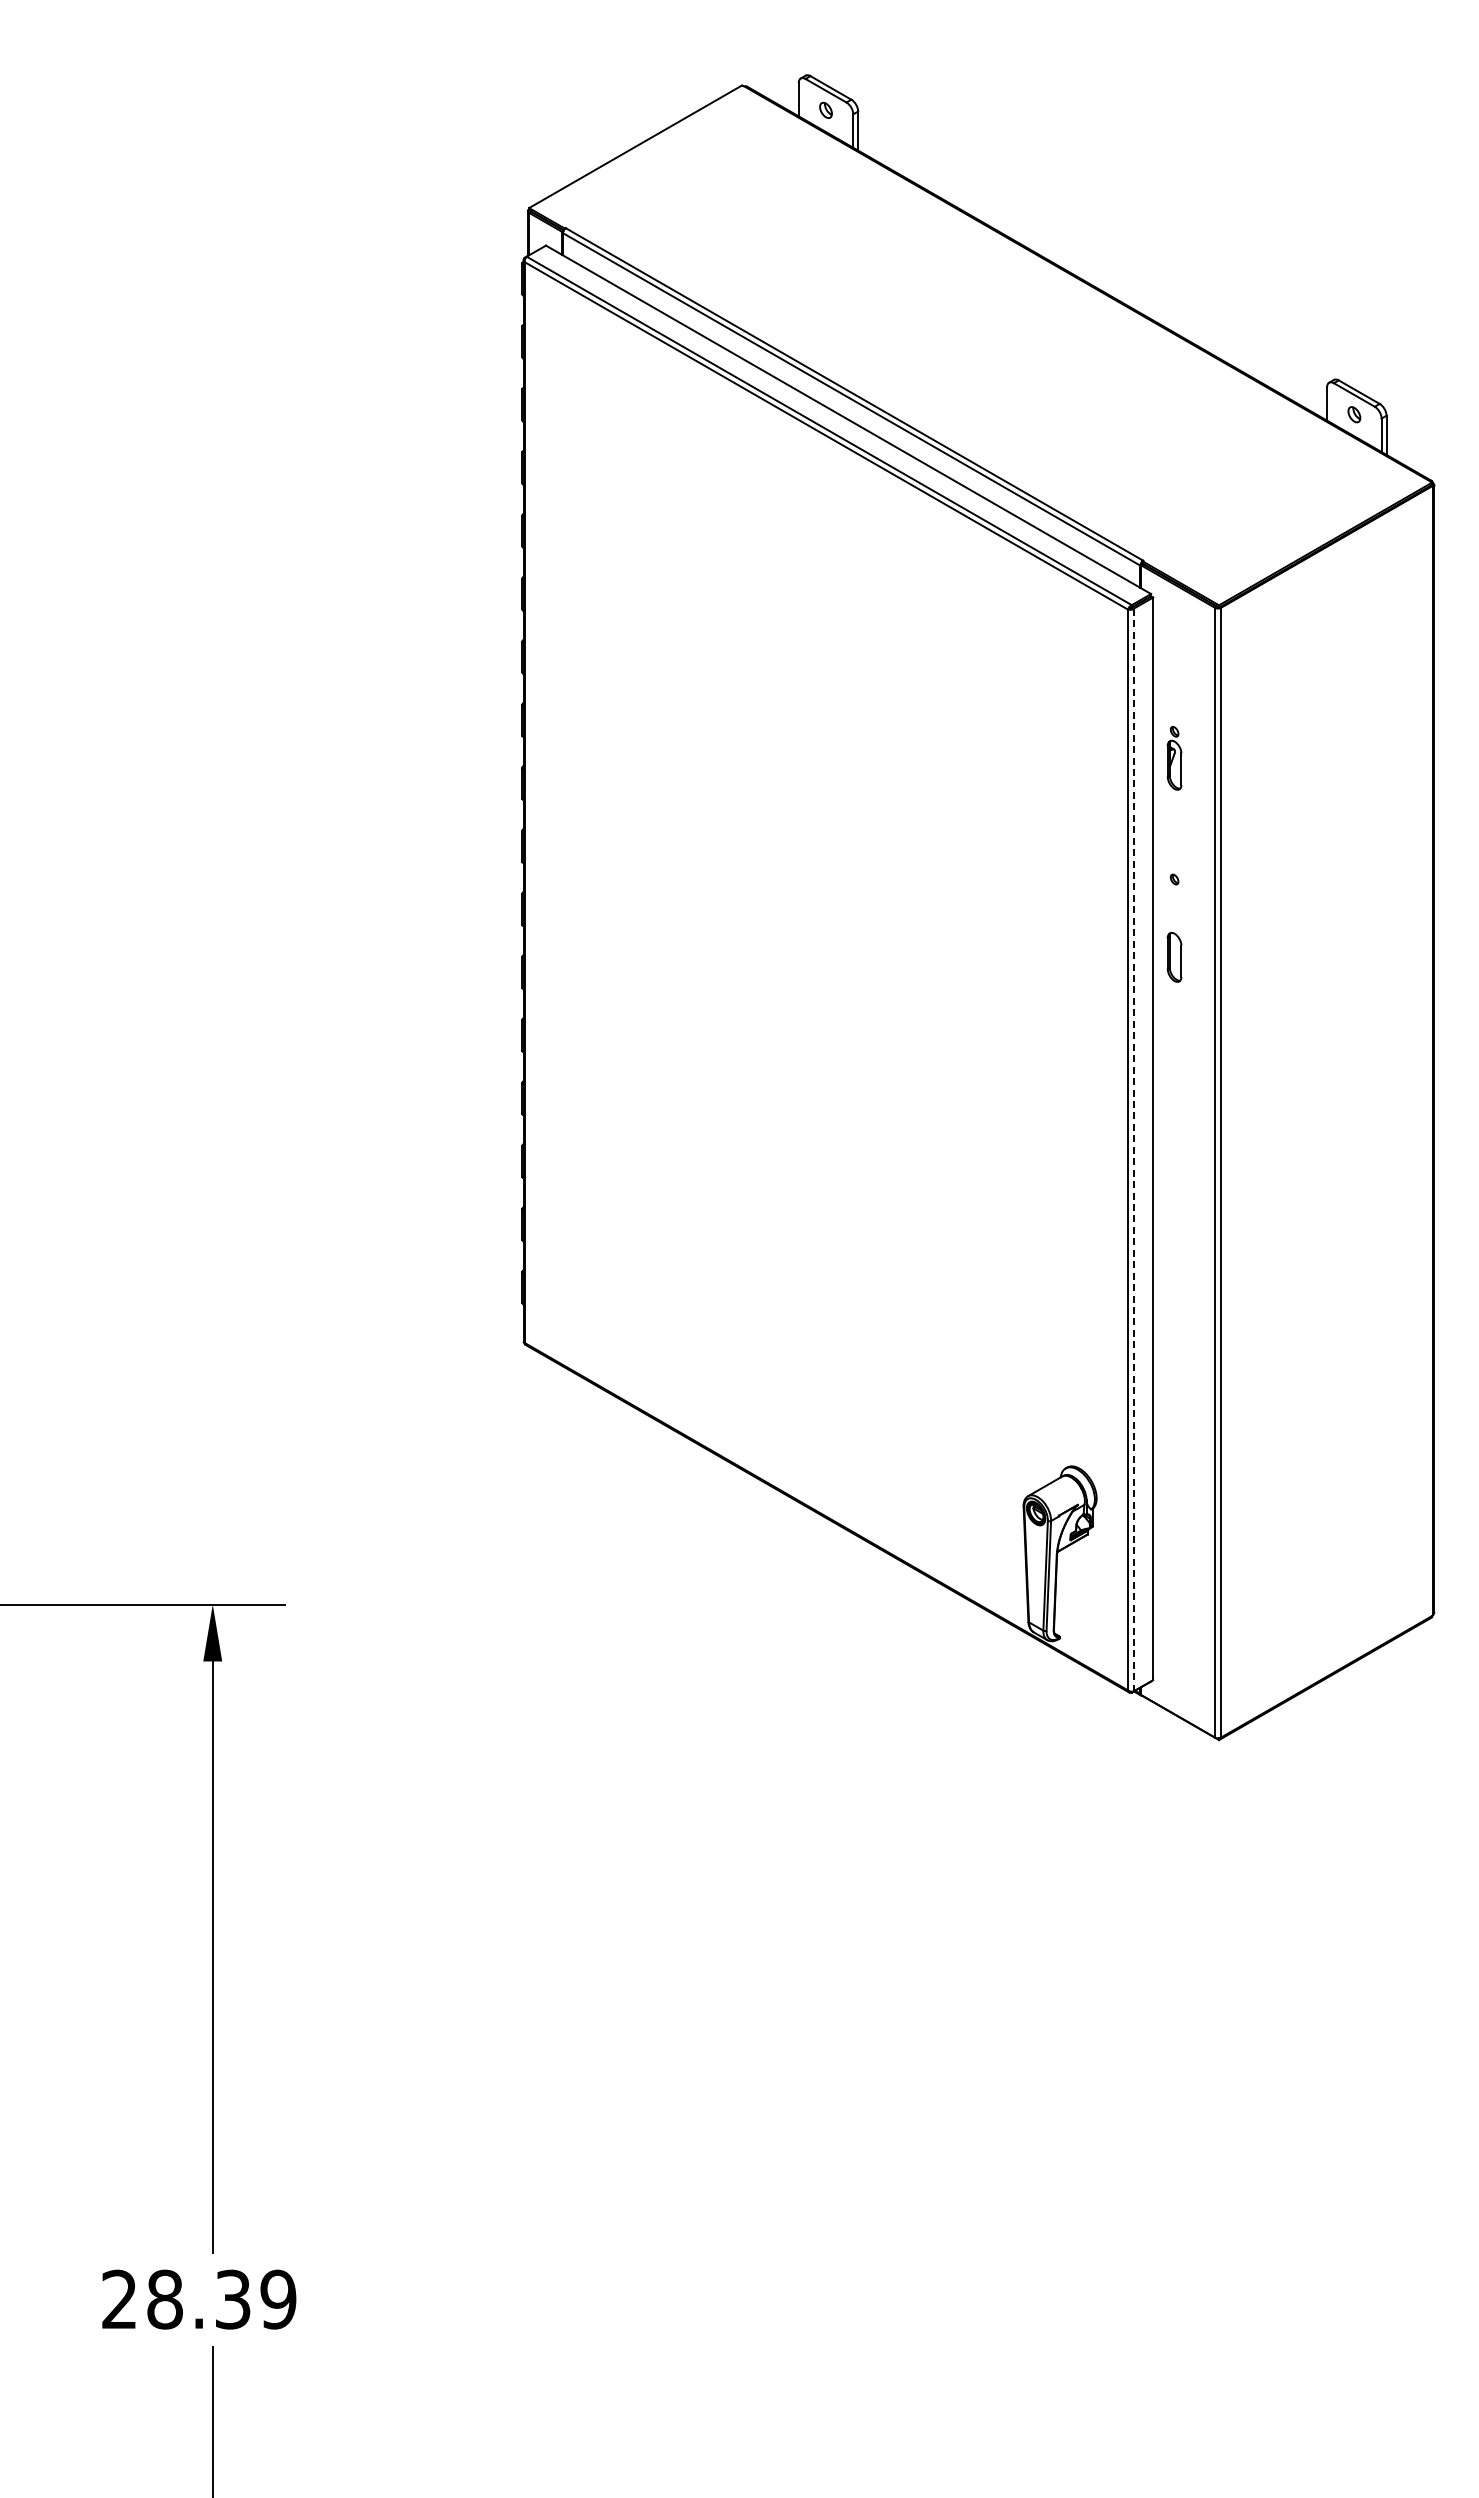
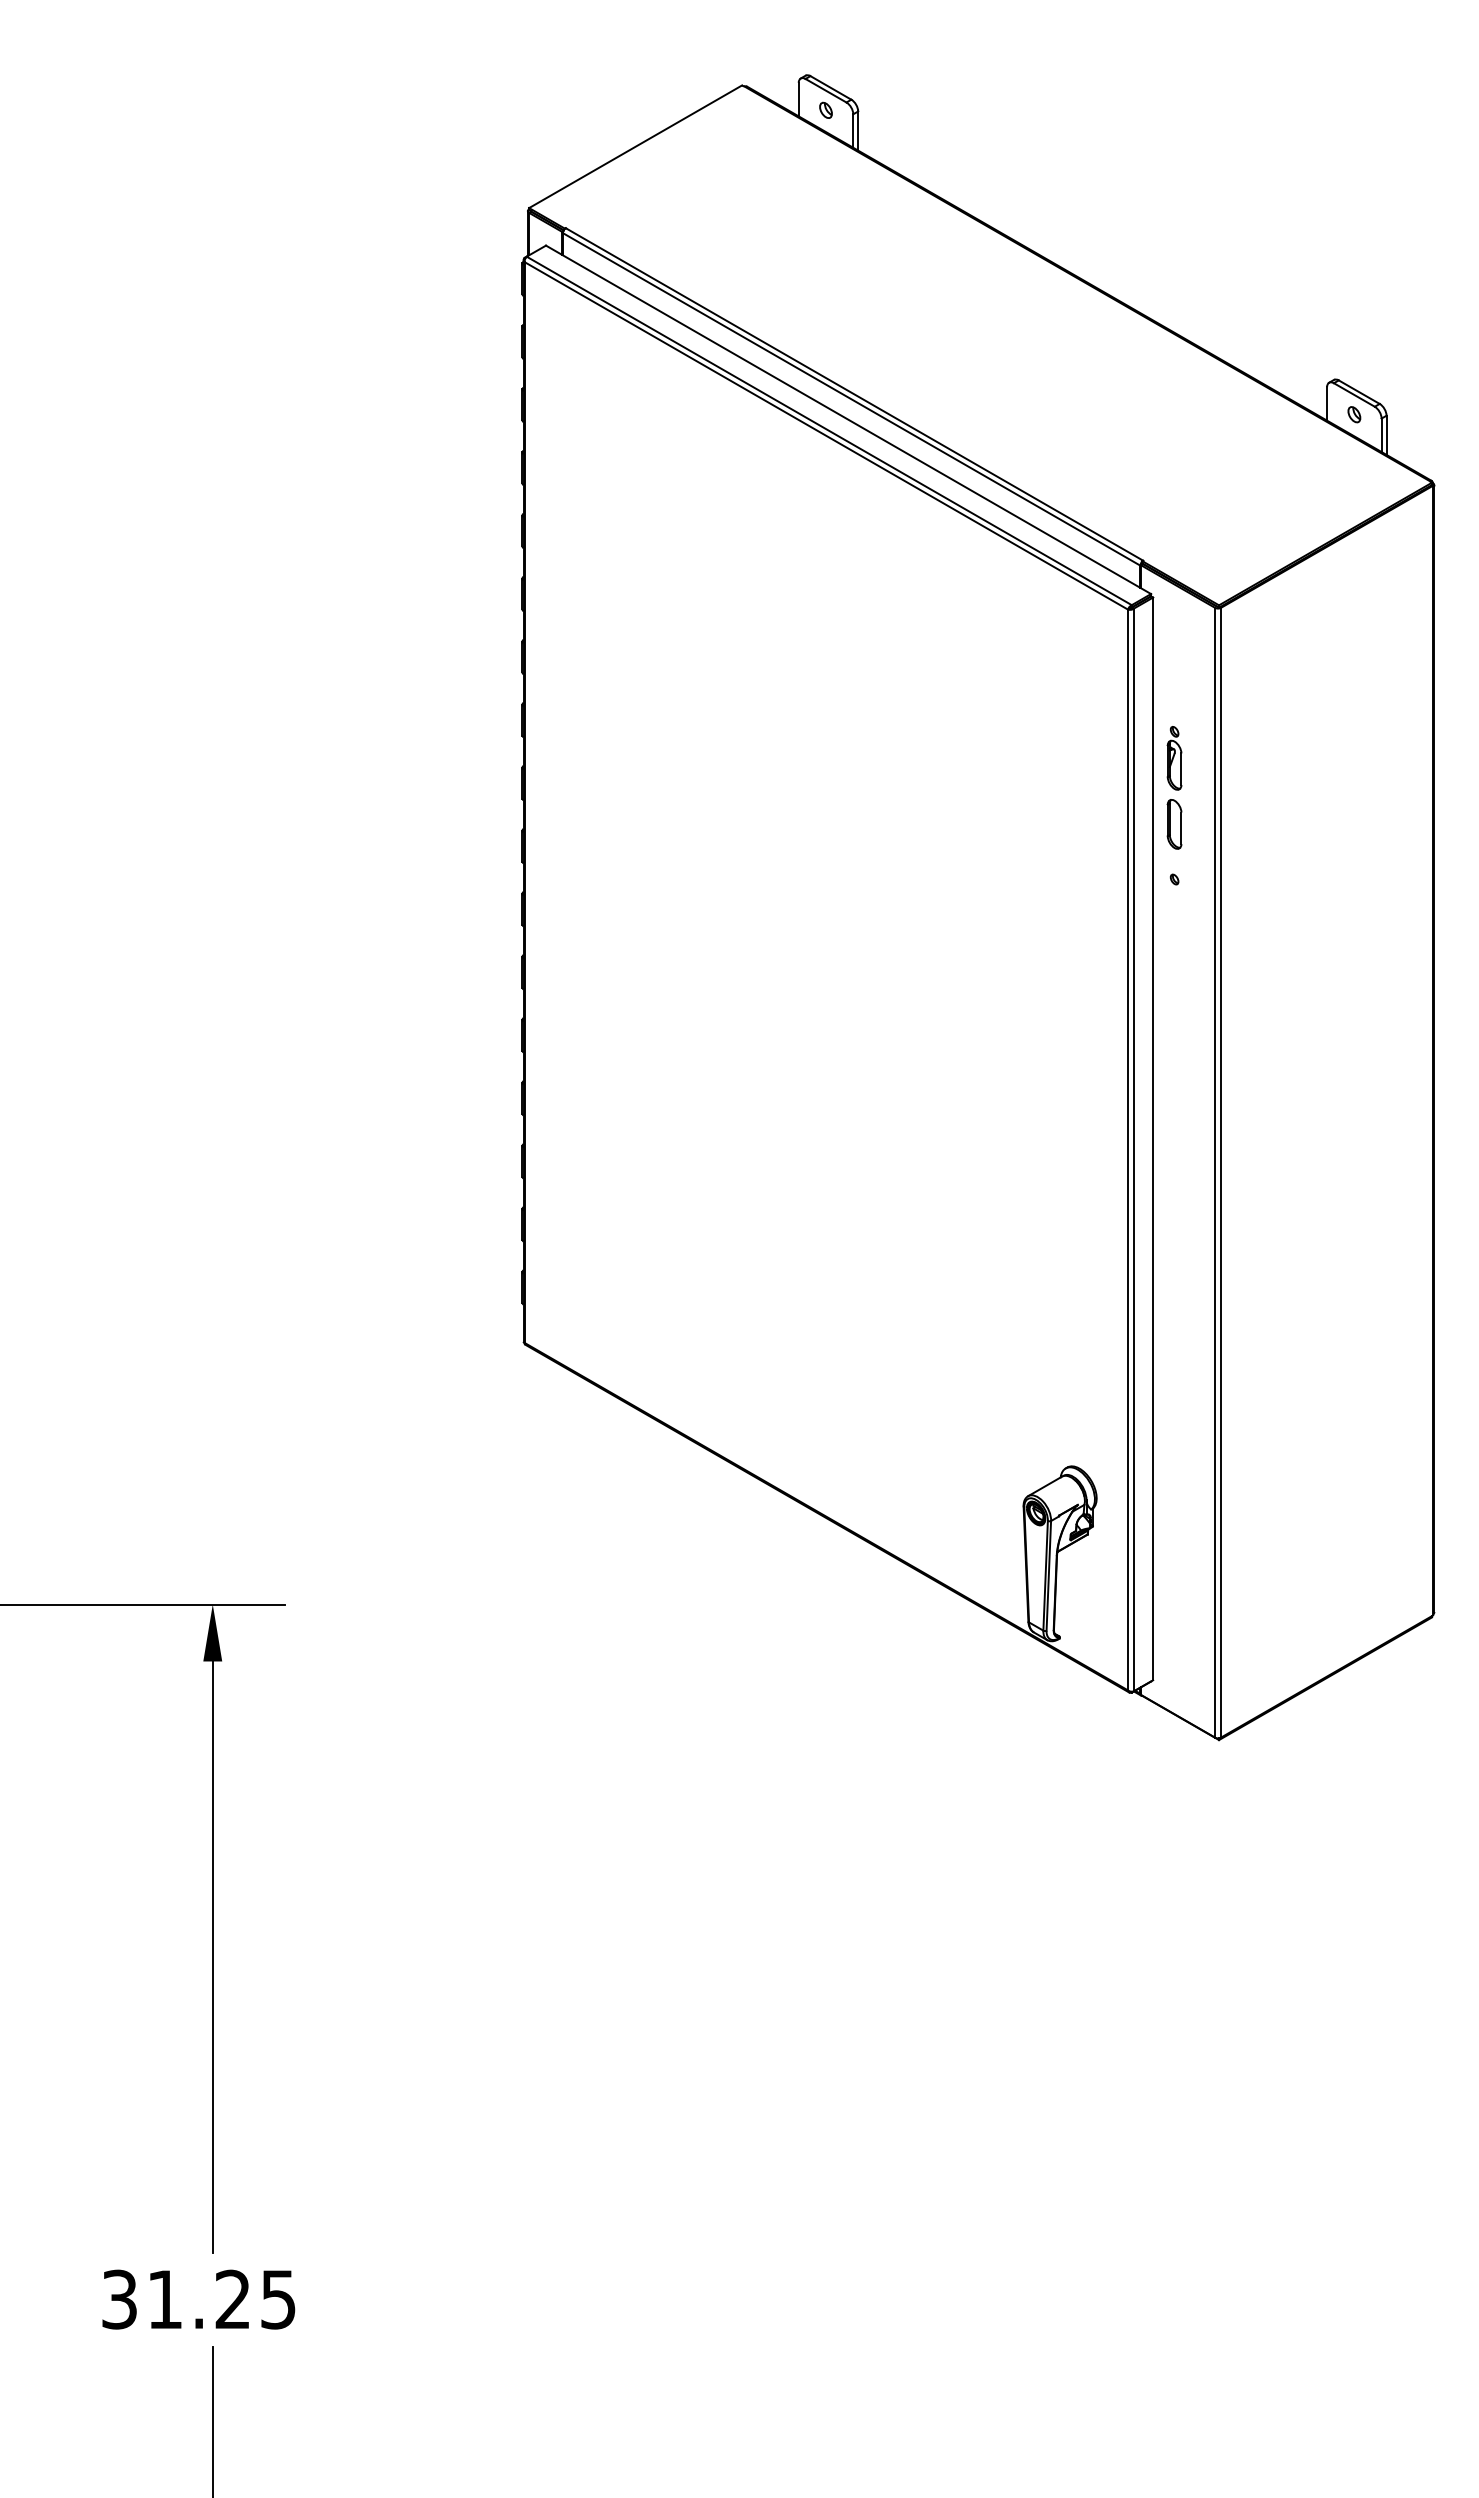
part at (1174, 957) position: (1174, 957) -> (1174, 824)
line at (1133, 1150): dashed -> solid
text at (199, 2299): 28.39 -> 31.25
